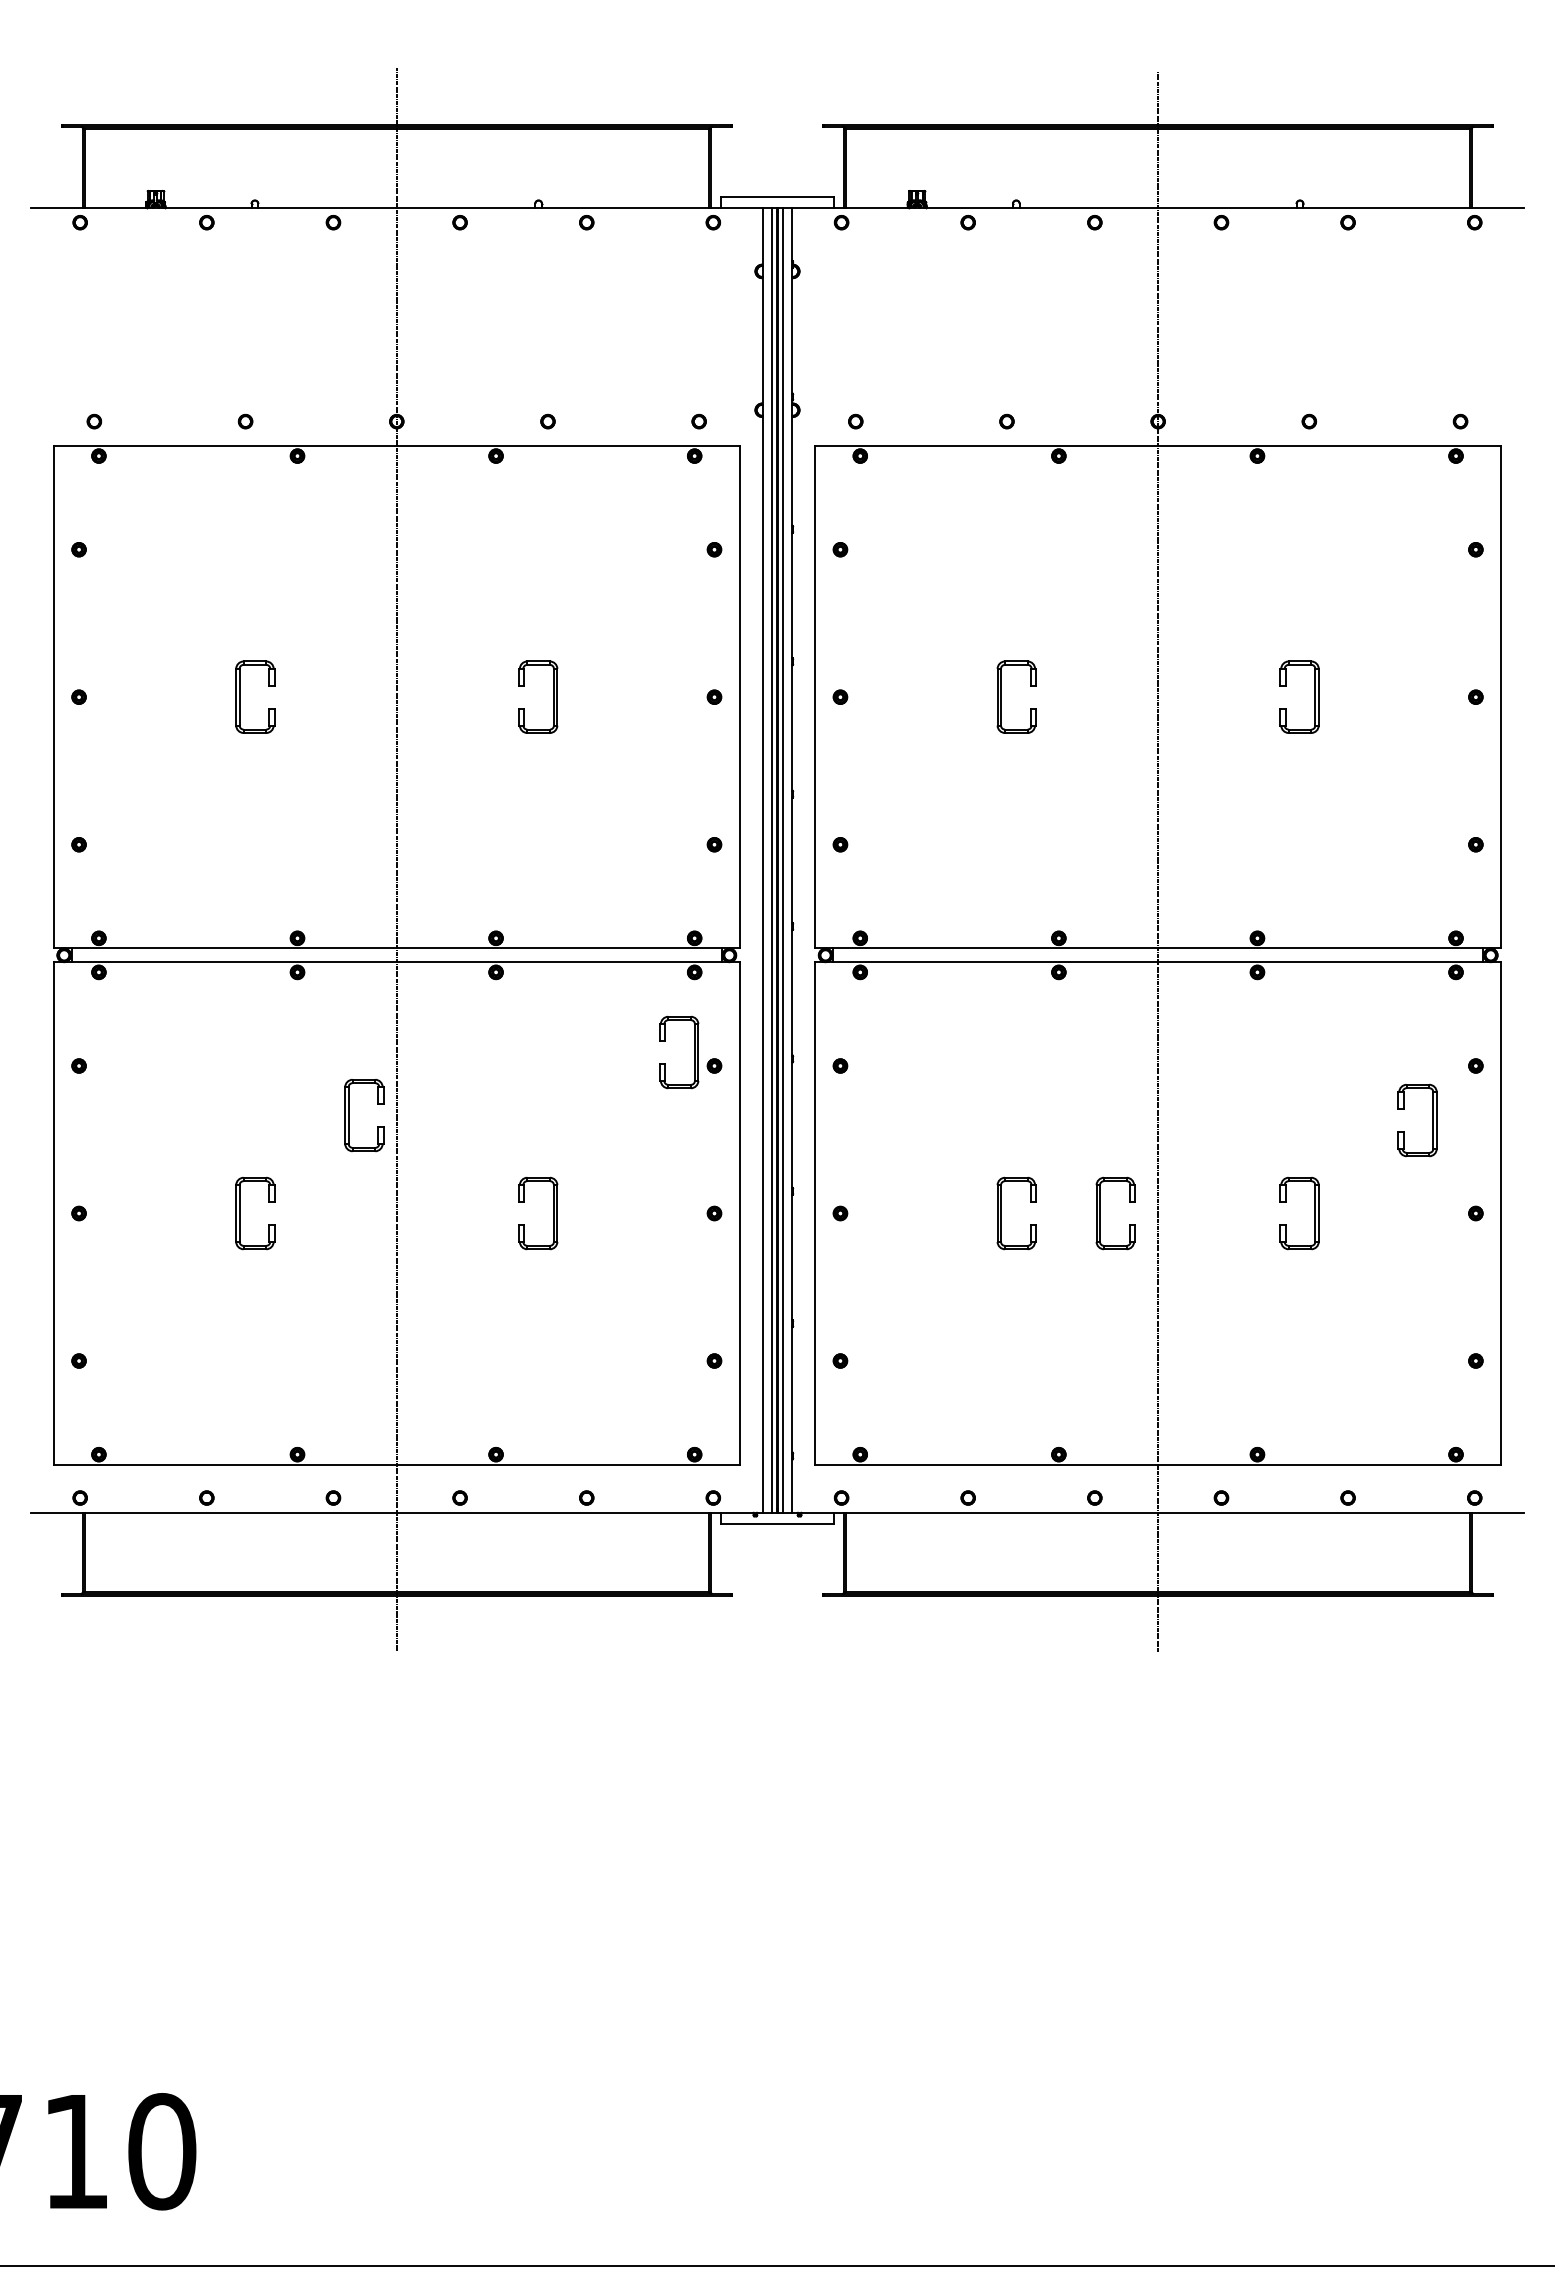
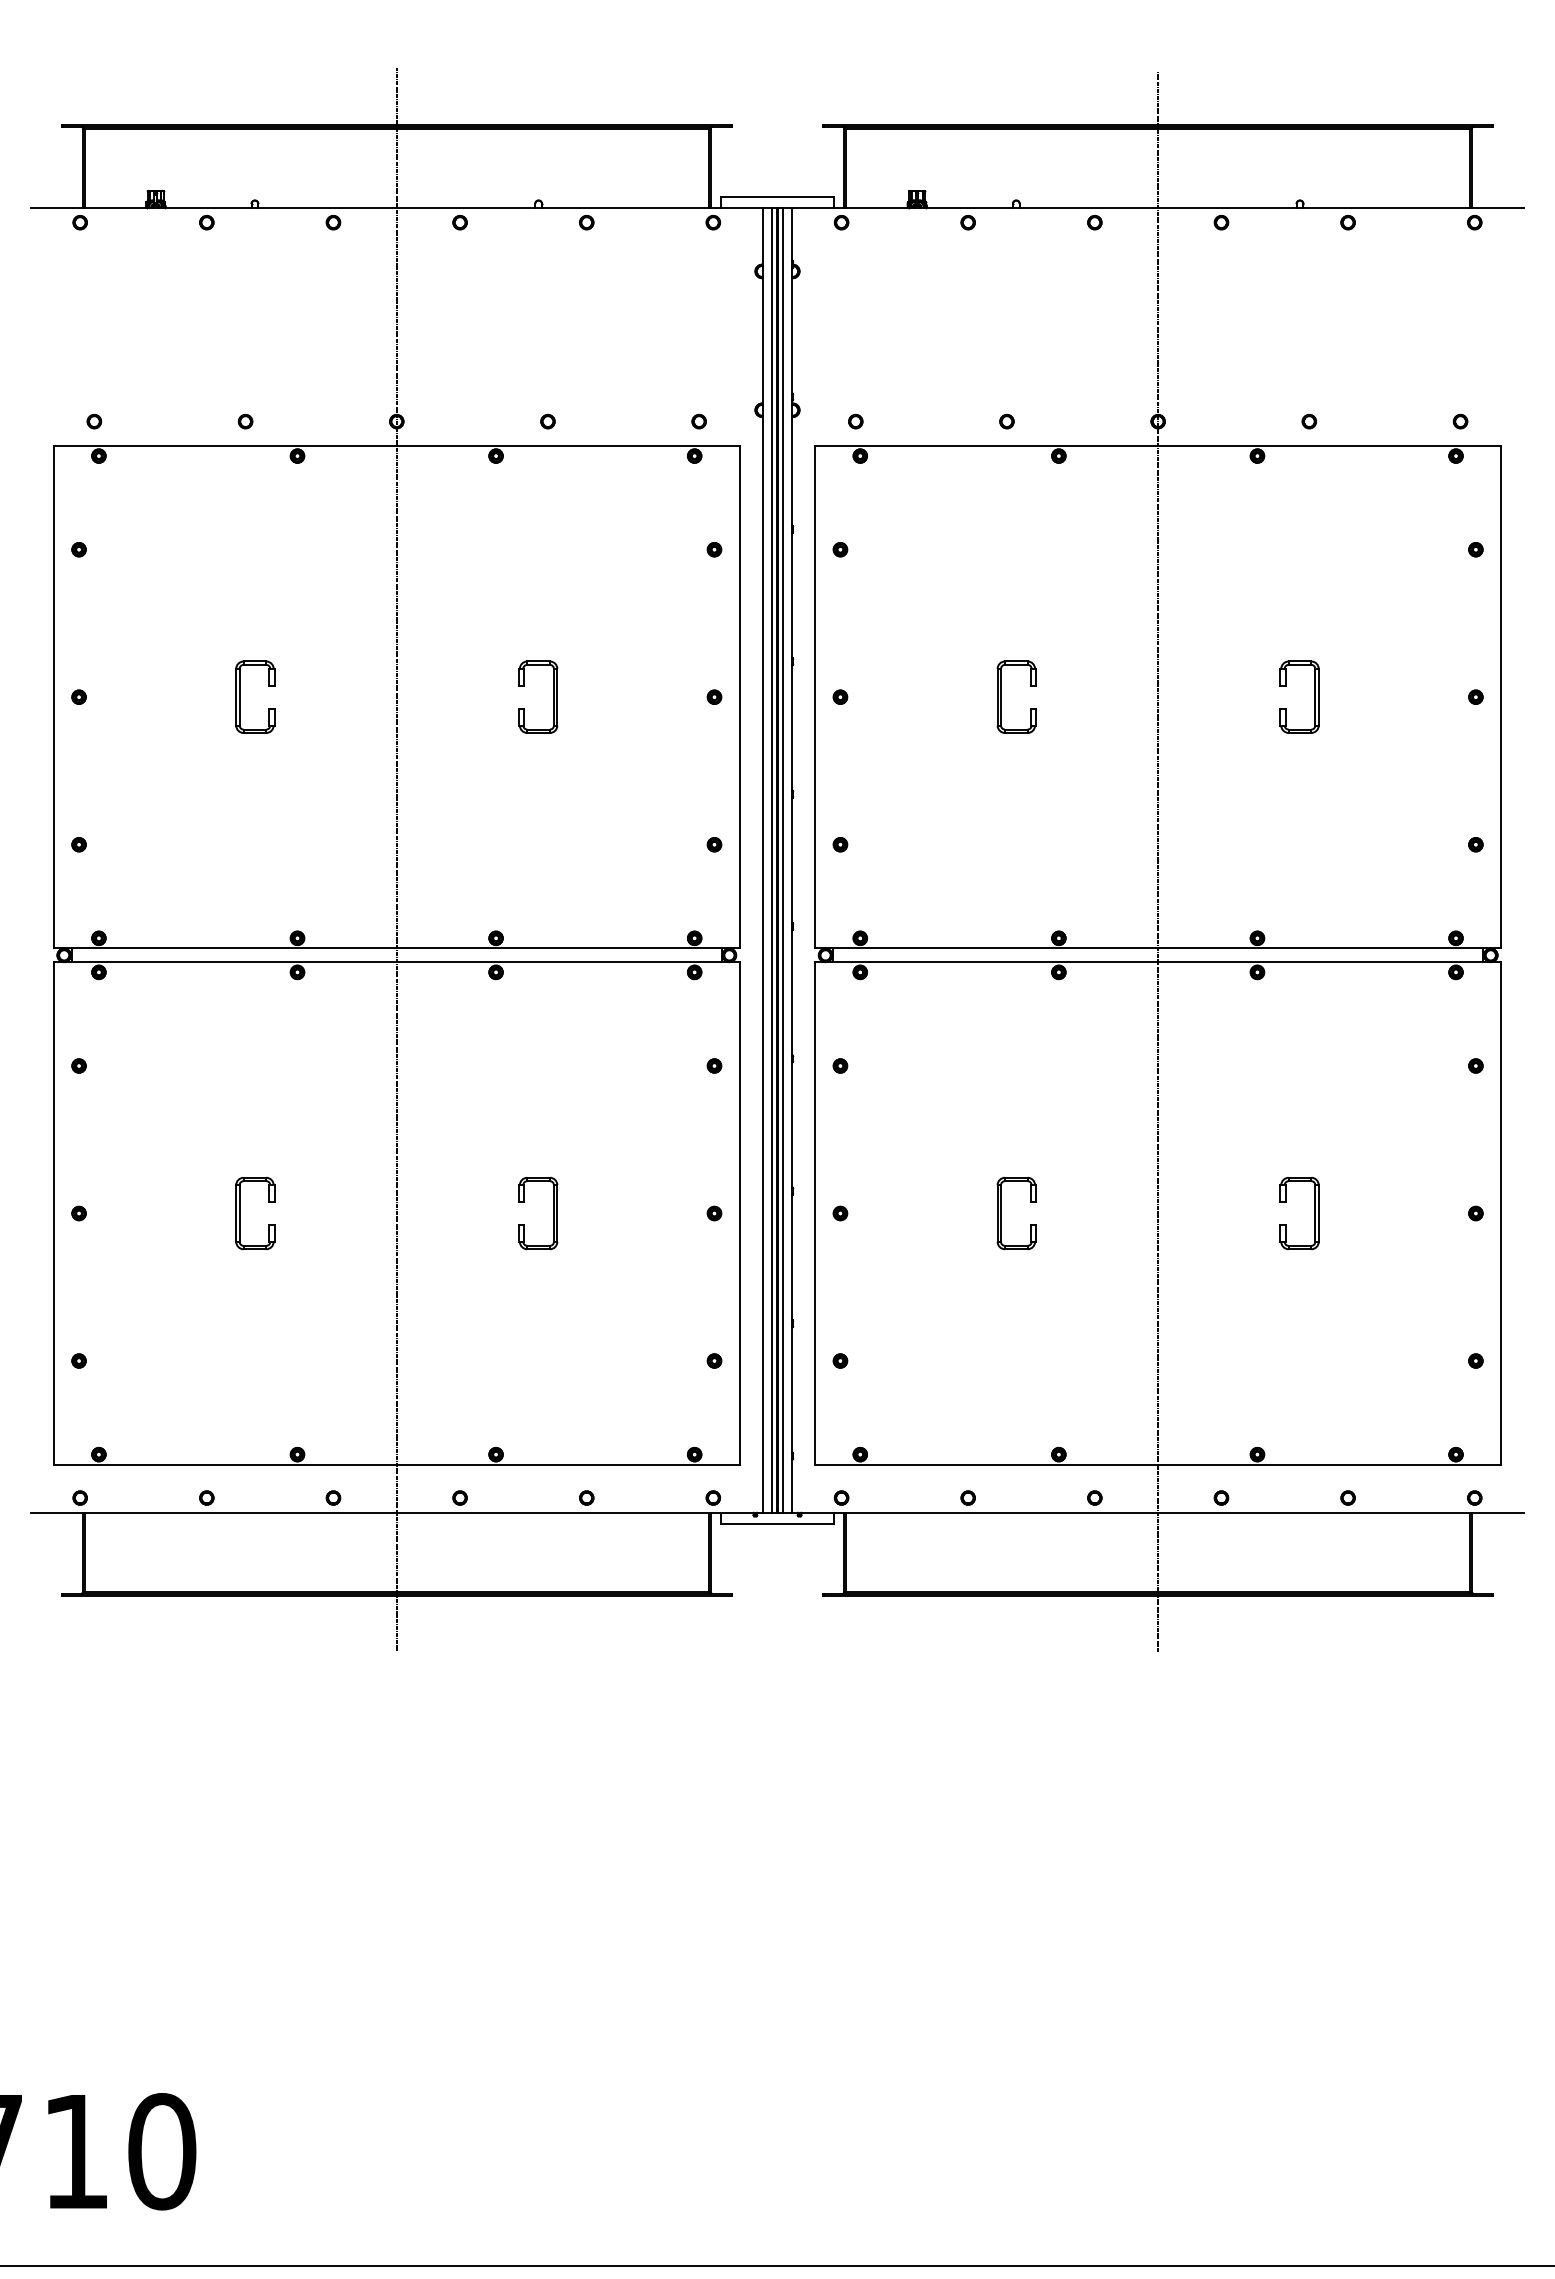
part at (694, 1052): present -> none
part at (349, 1115): present -> none
part at (1432, 1120): present -> none
part at (1100, 1213): present -> none
